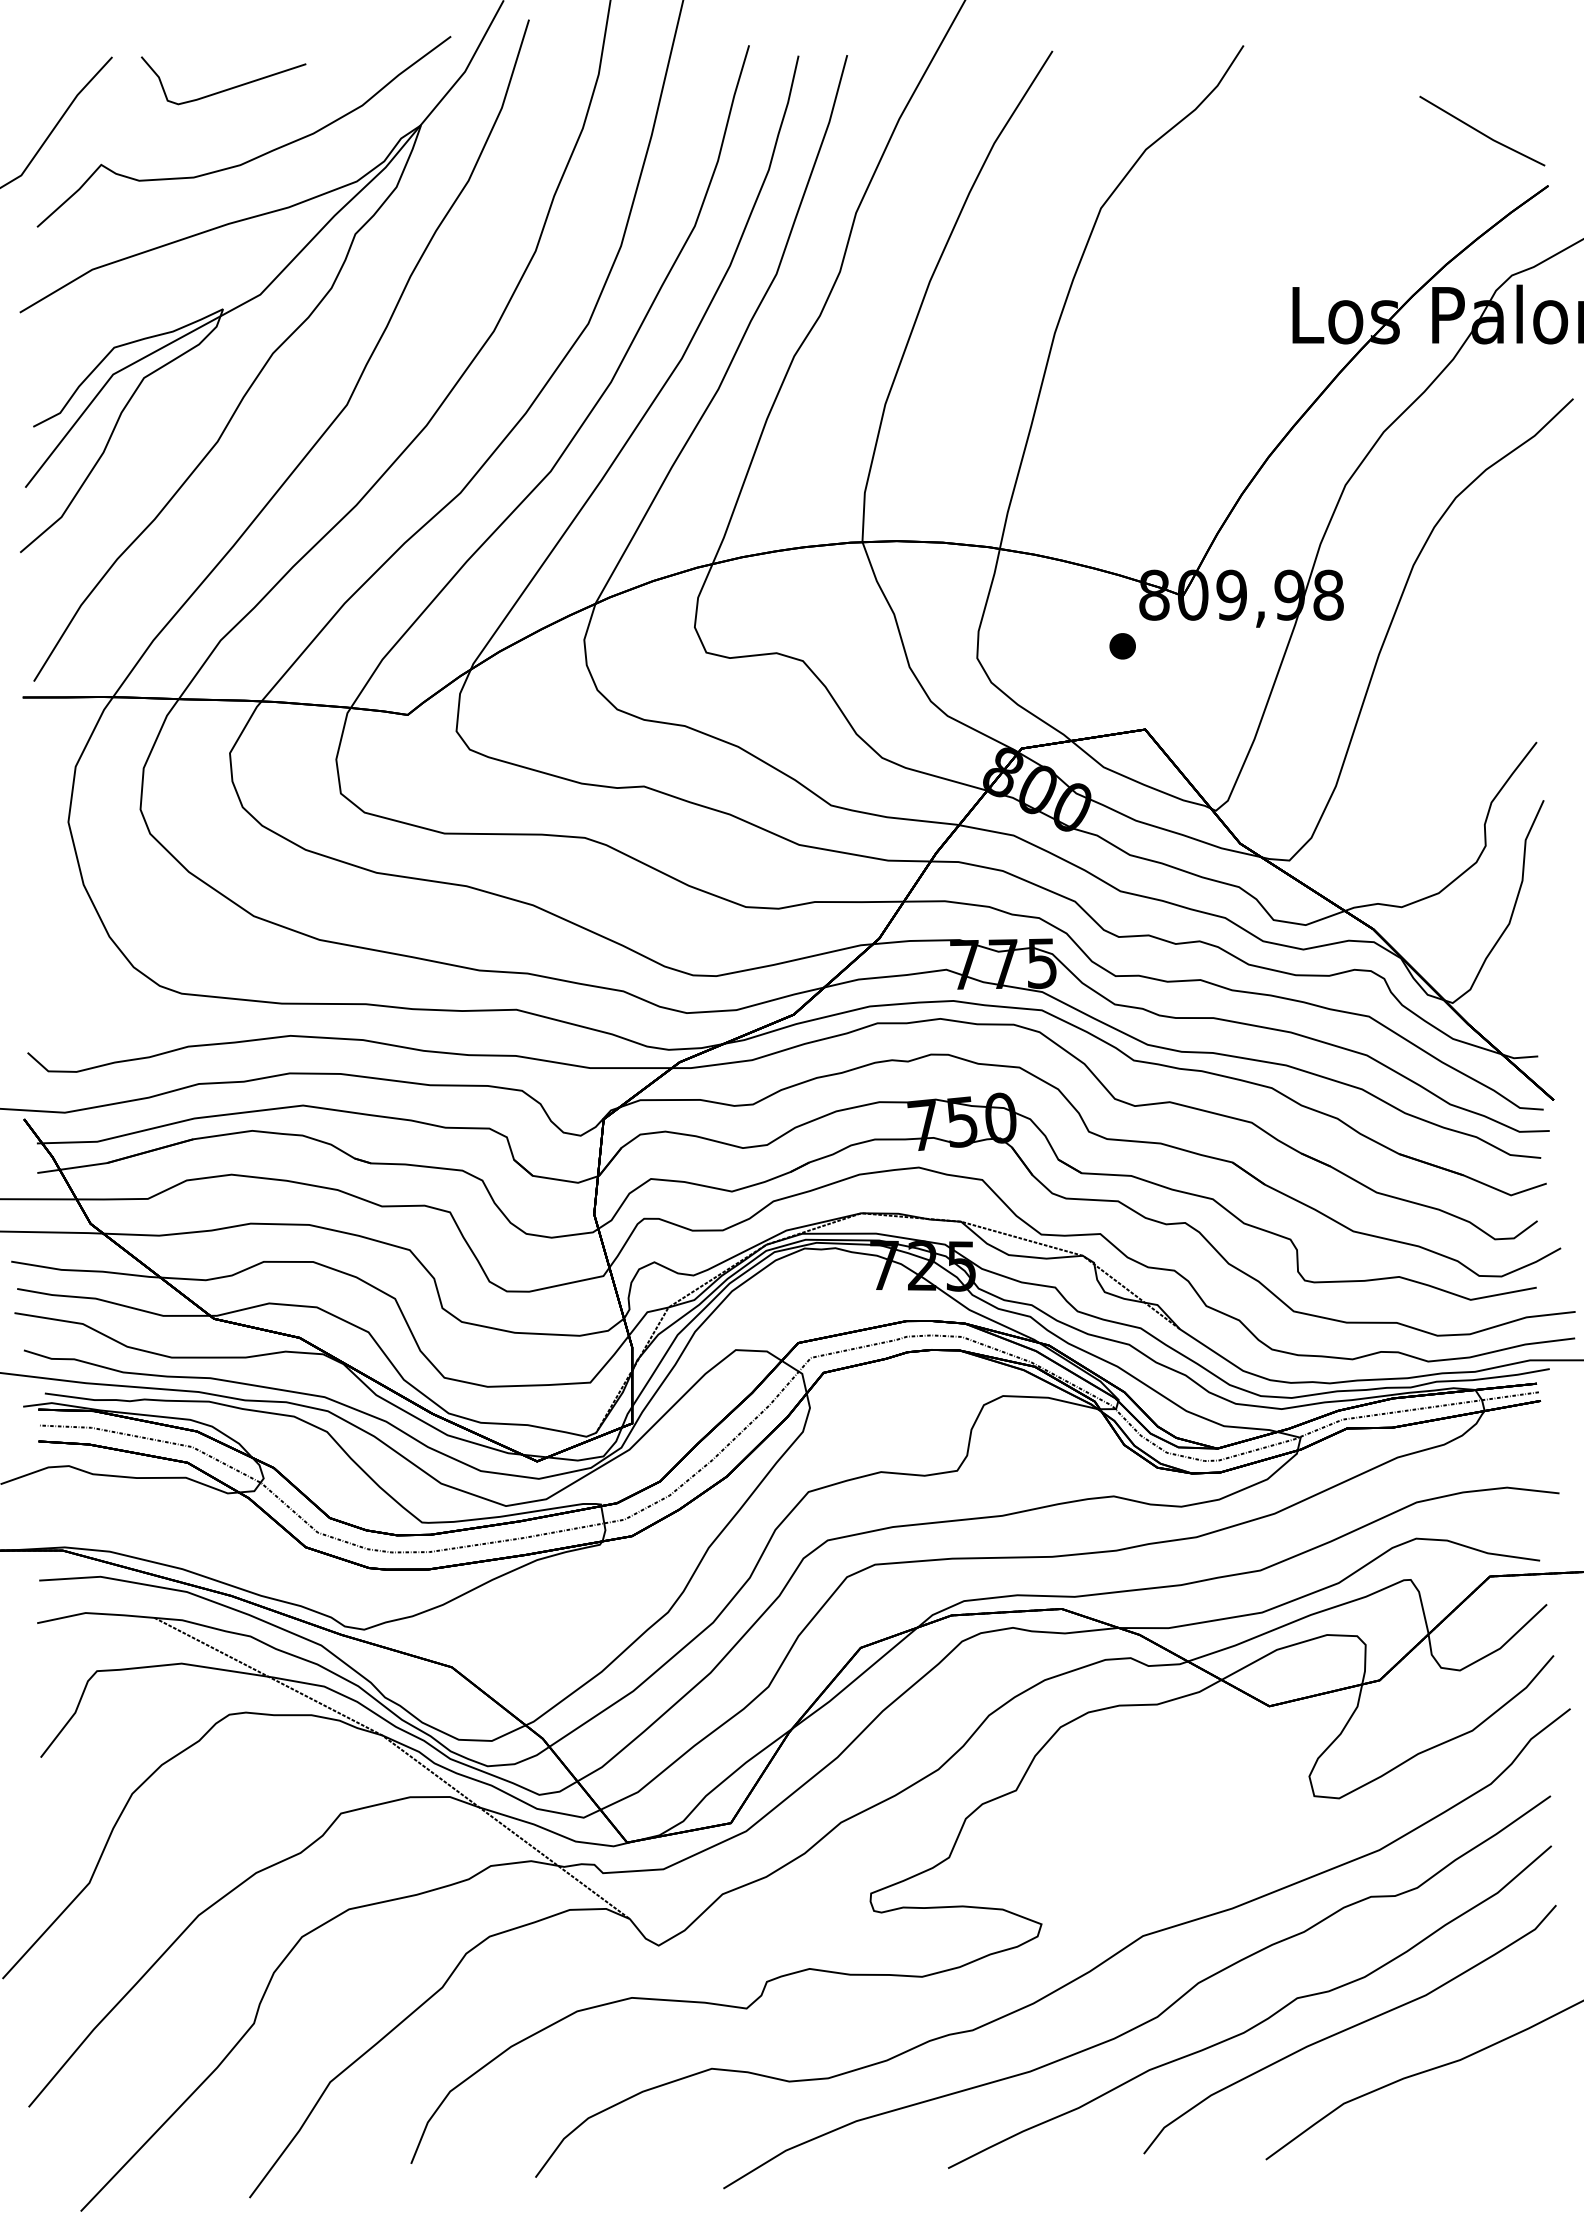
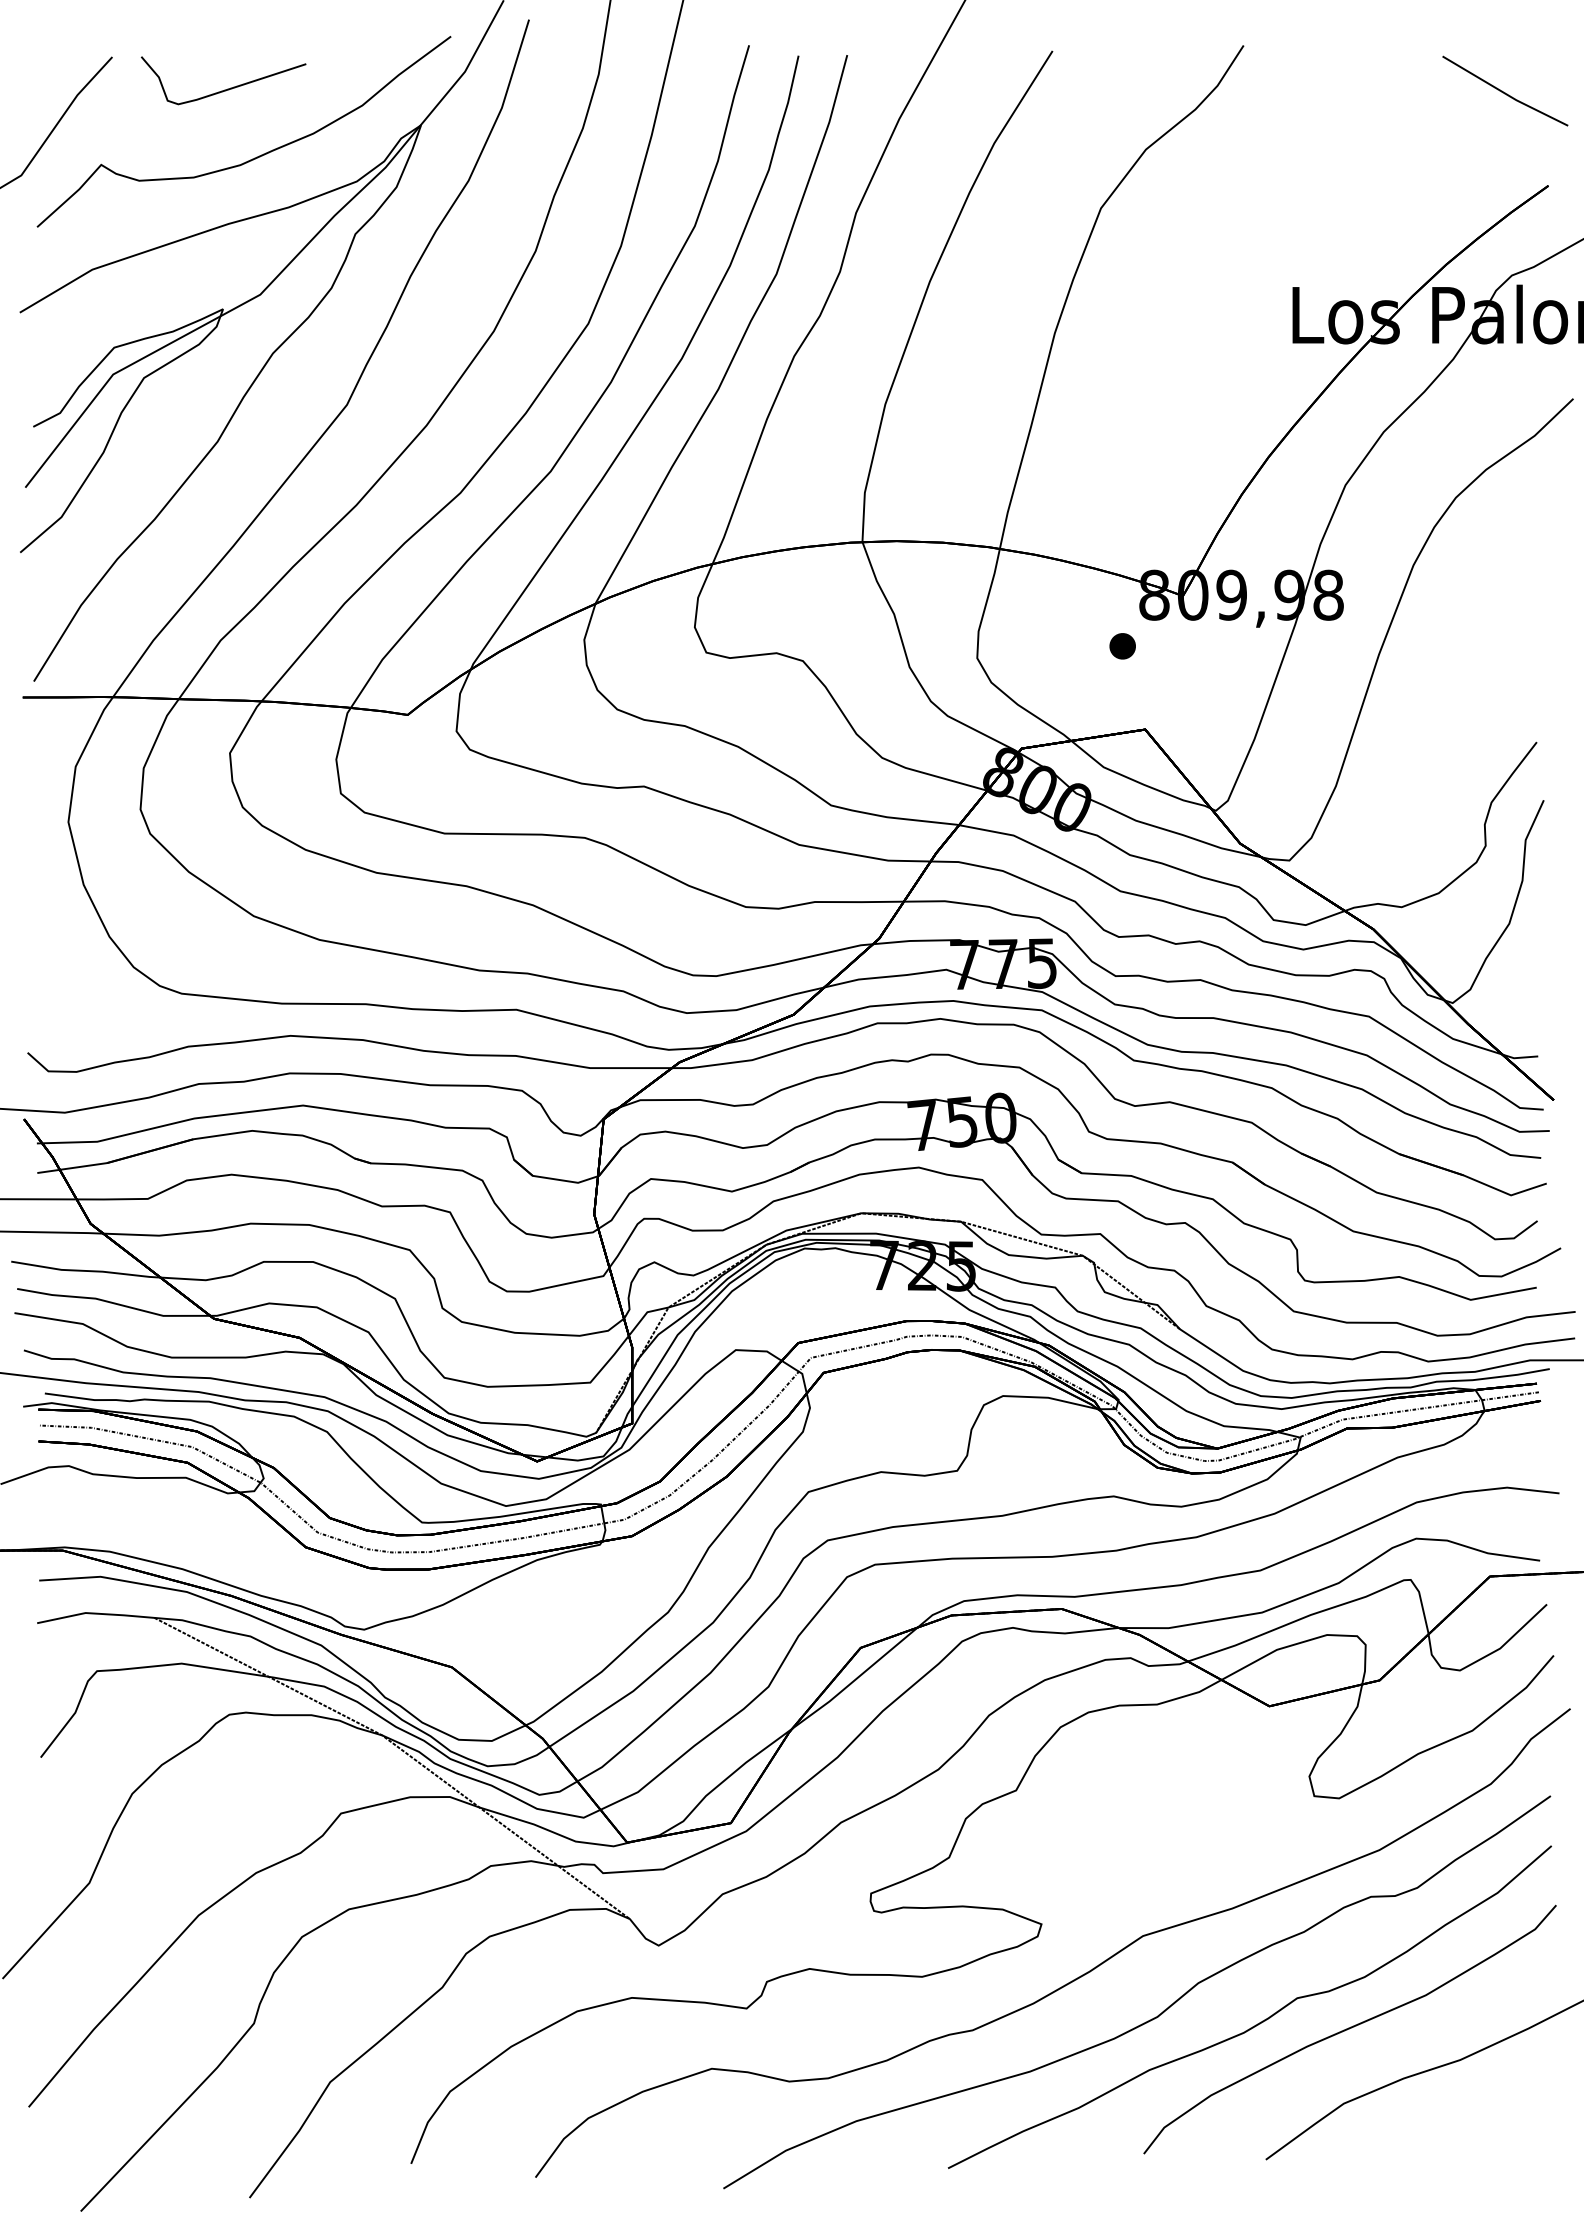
part at (1482, 130) position: (1482, 130) -> (1505, 90)
